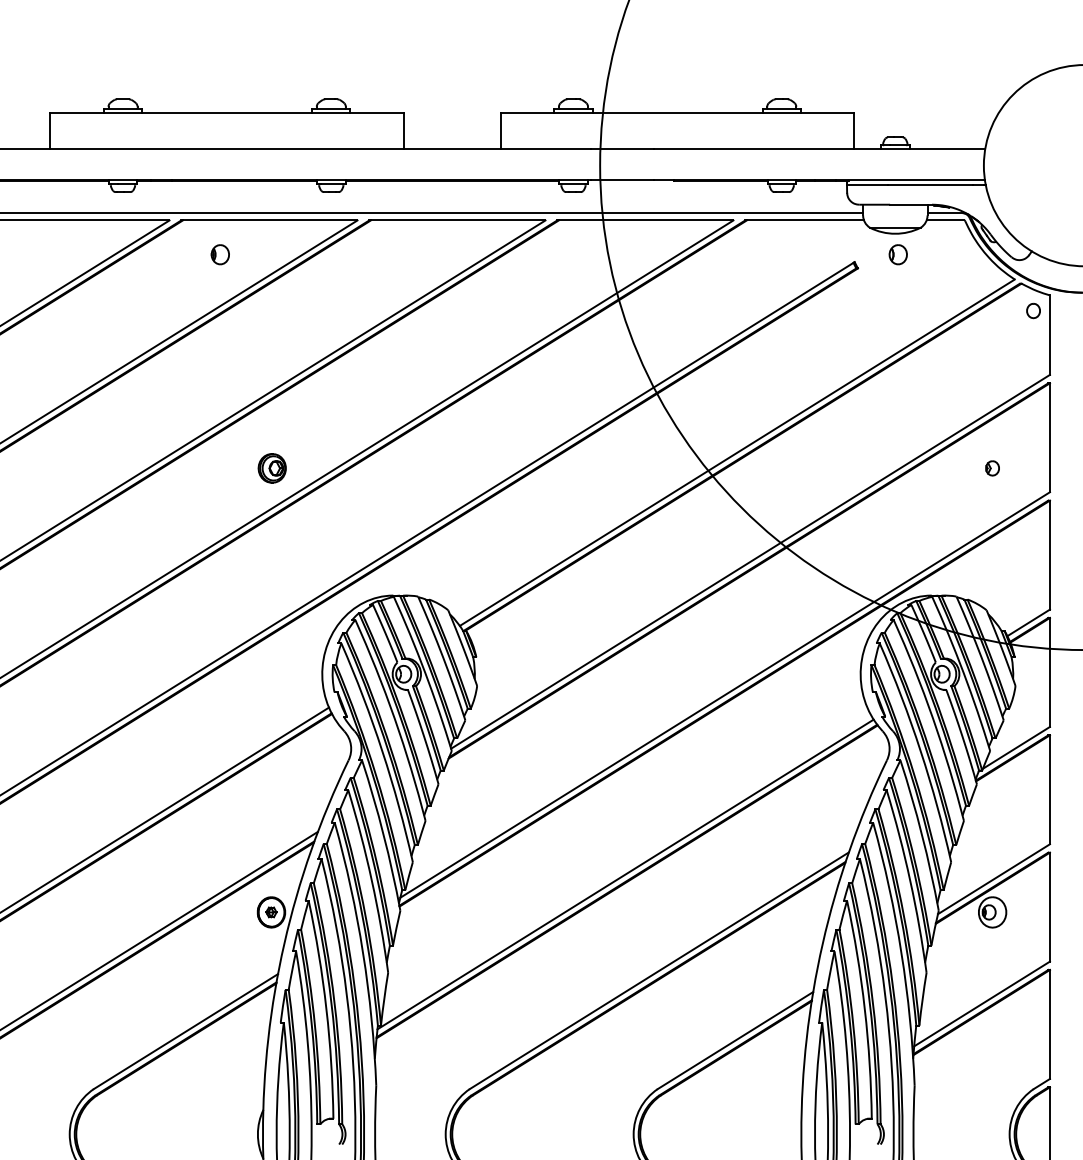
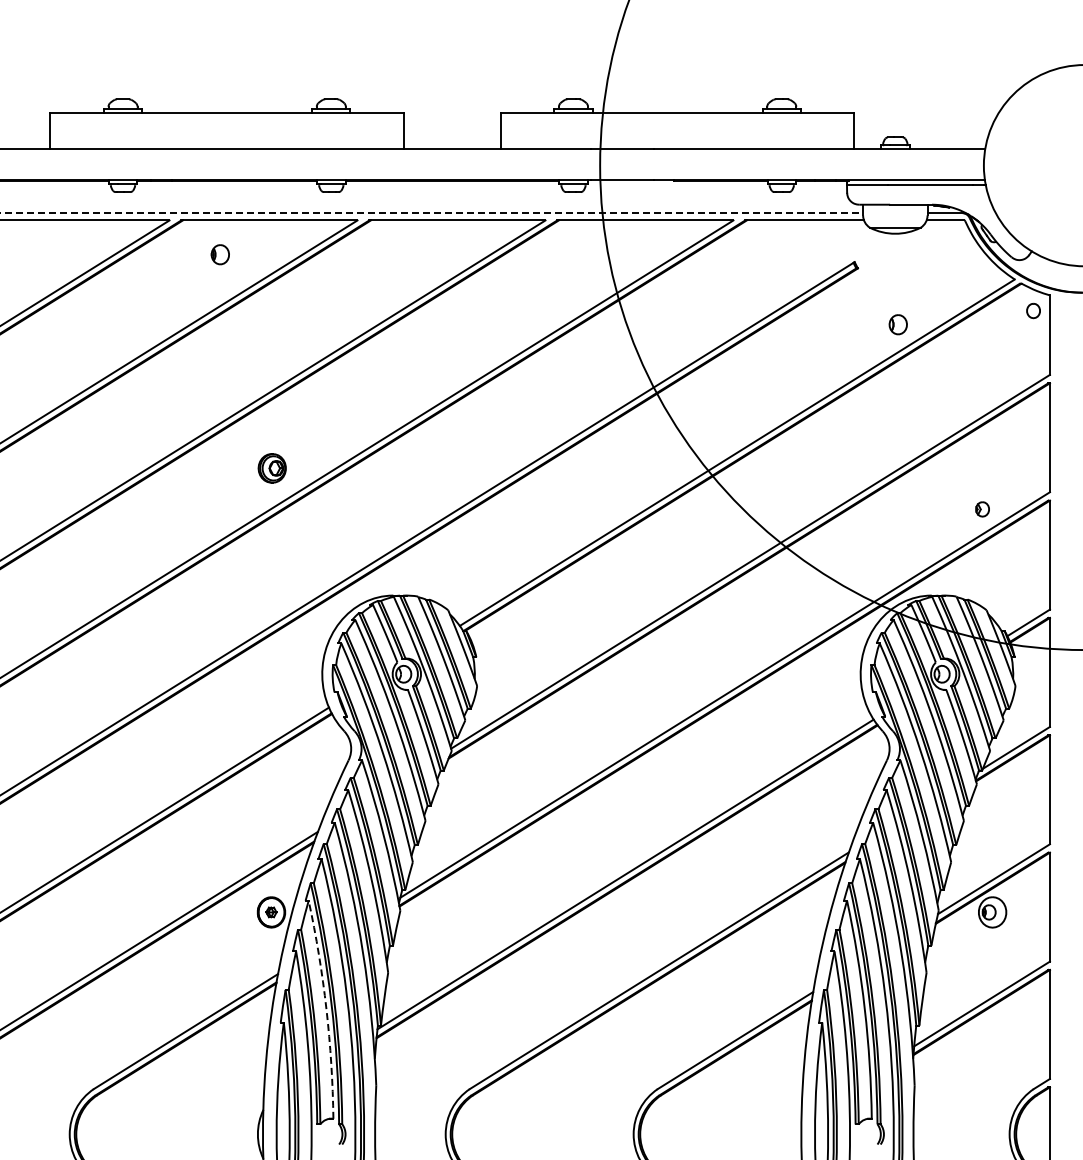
line at (432, 213): solid -> dashed
part at (897, 254) position: (897, 254) -> (897, 324)
part at (992, 468) position: (992, 468) -> (982, 509)
arc at (326, 1009): solid -> dashed
